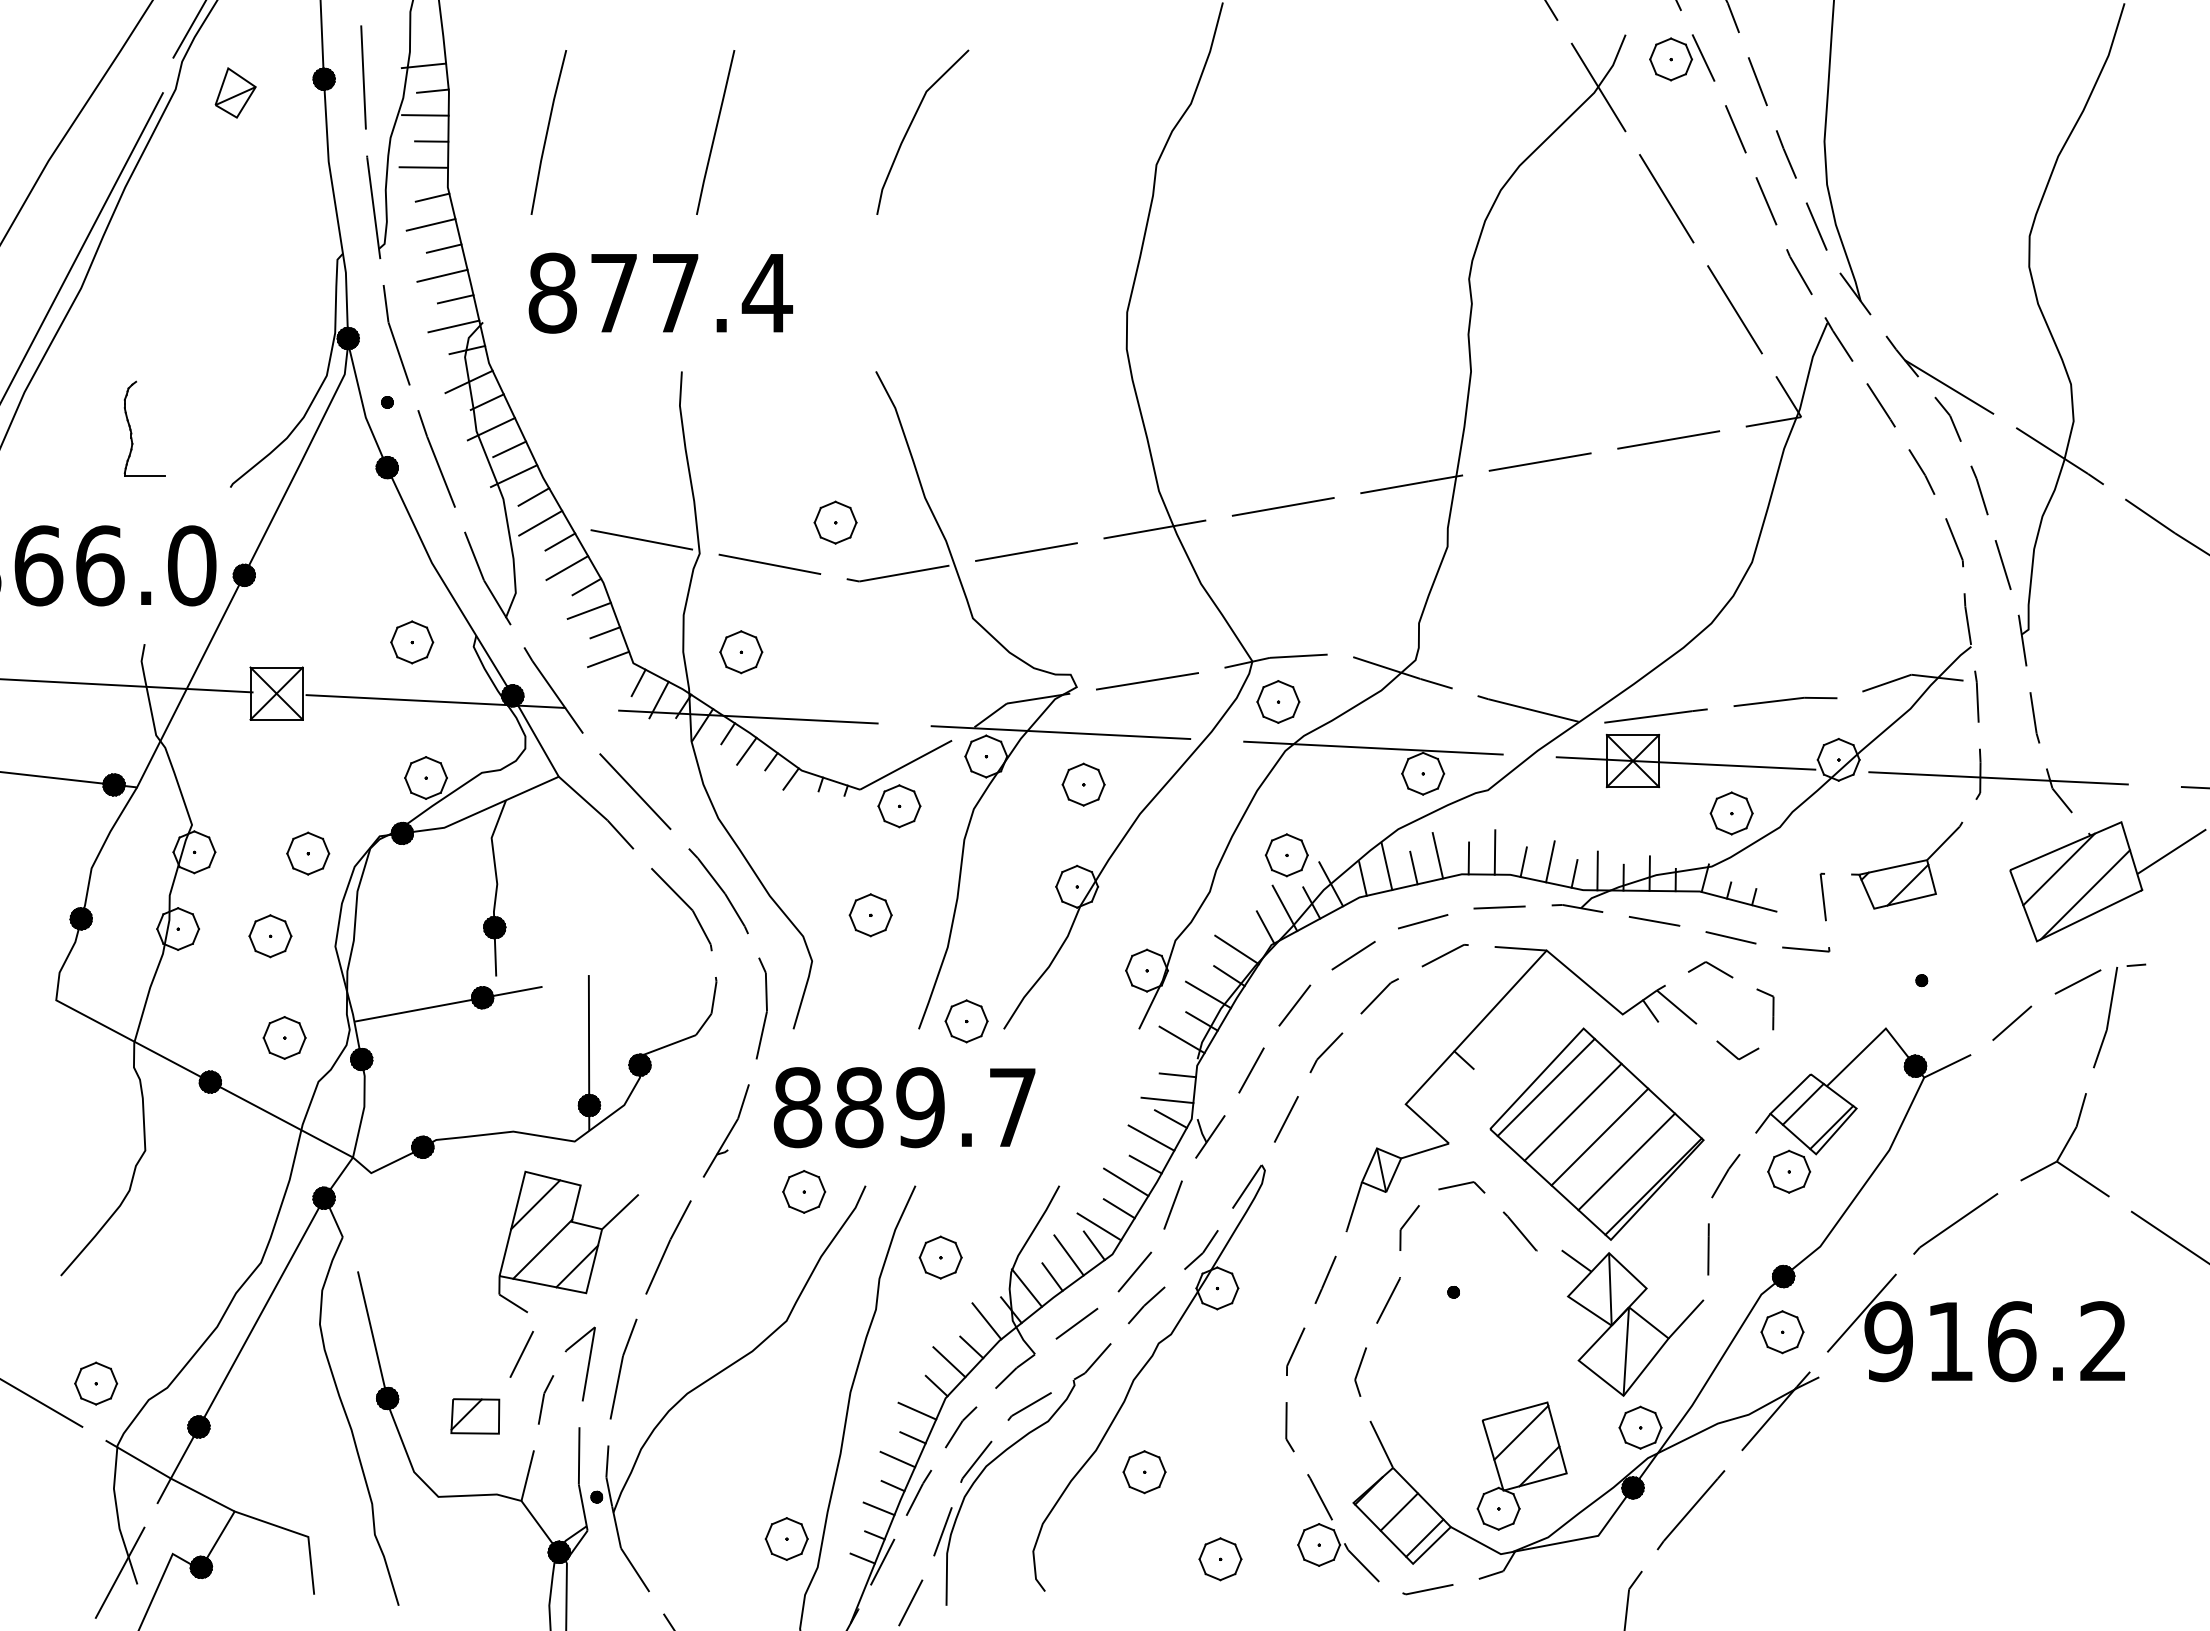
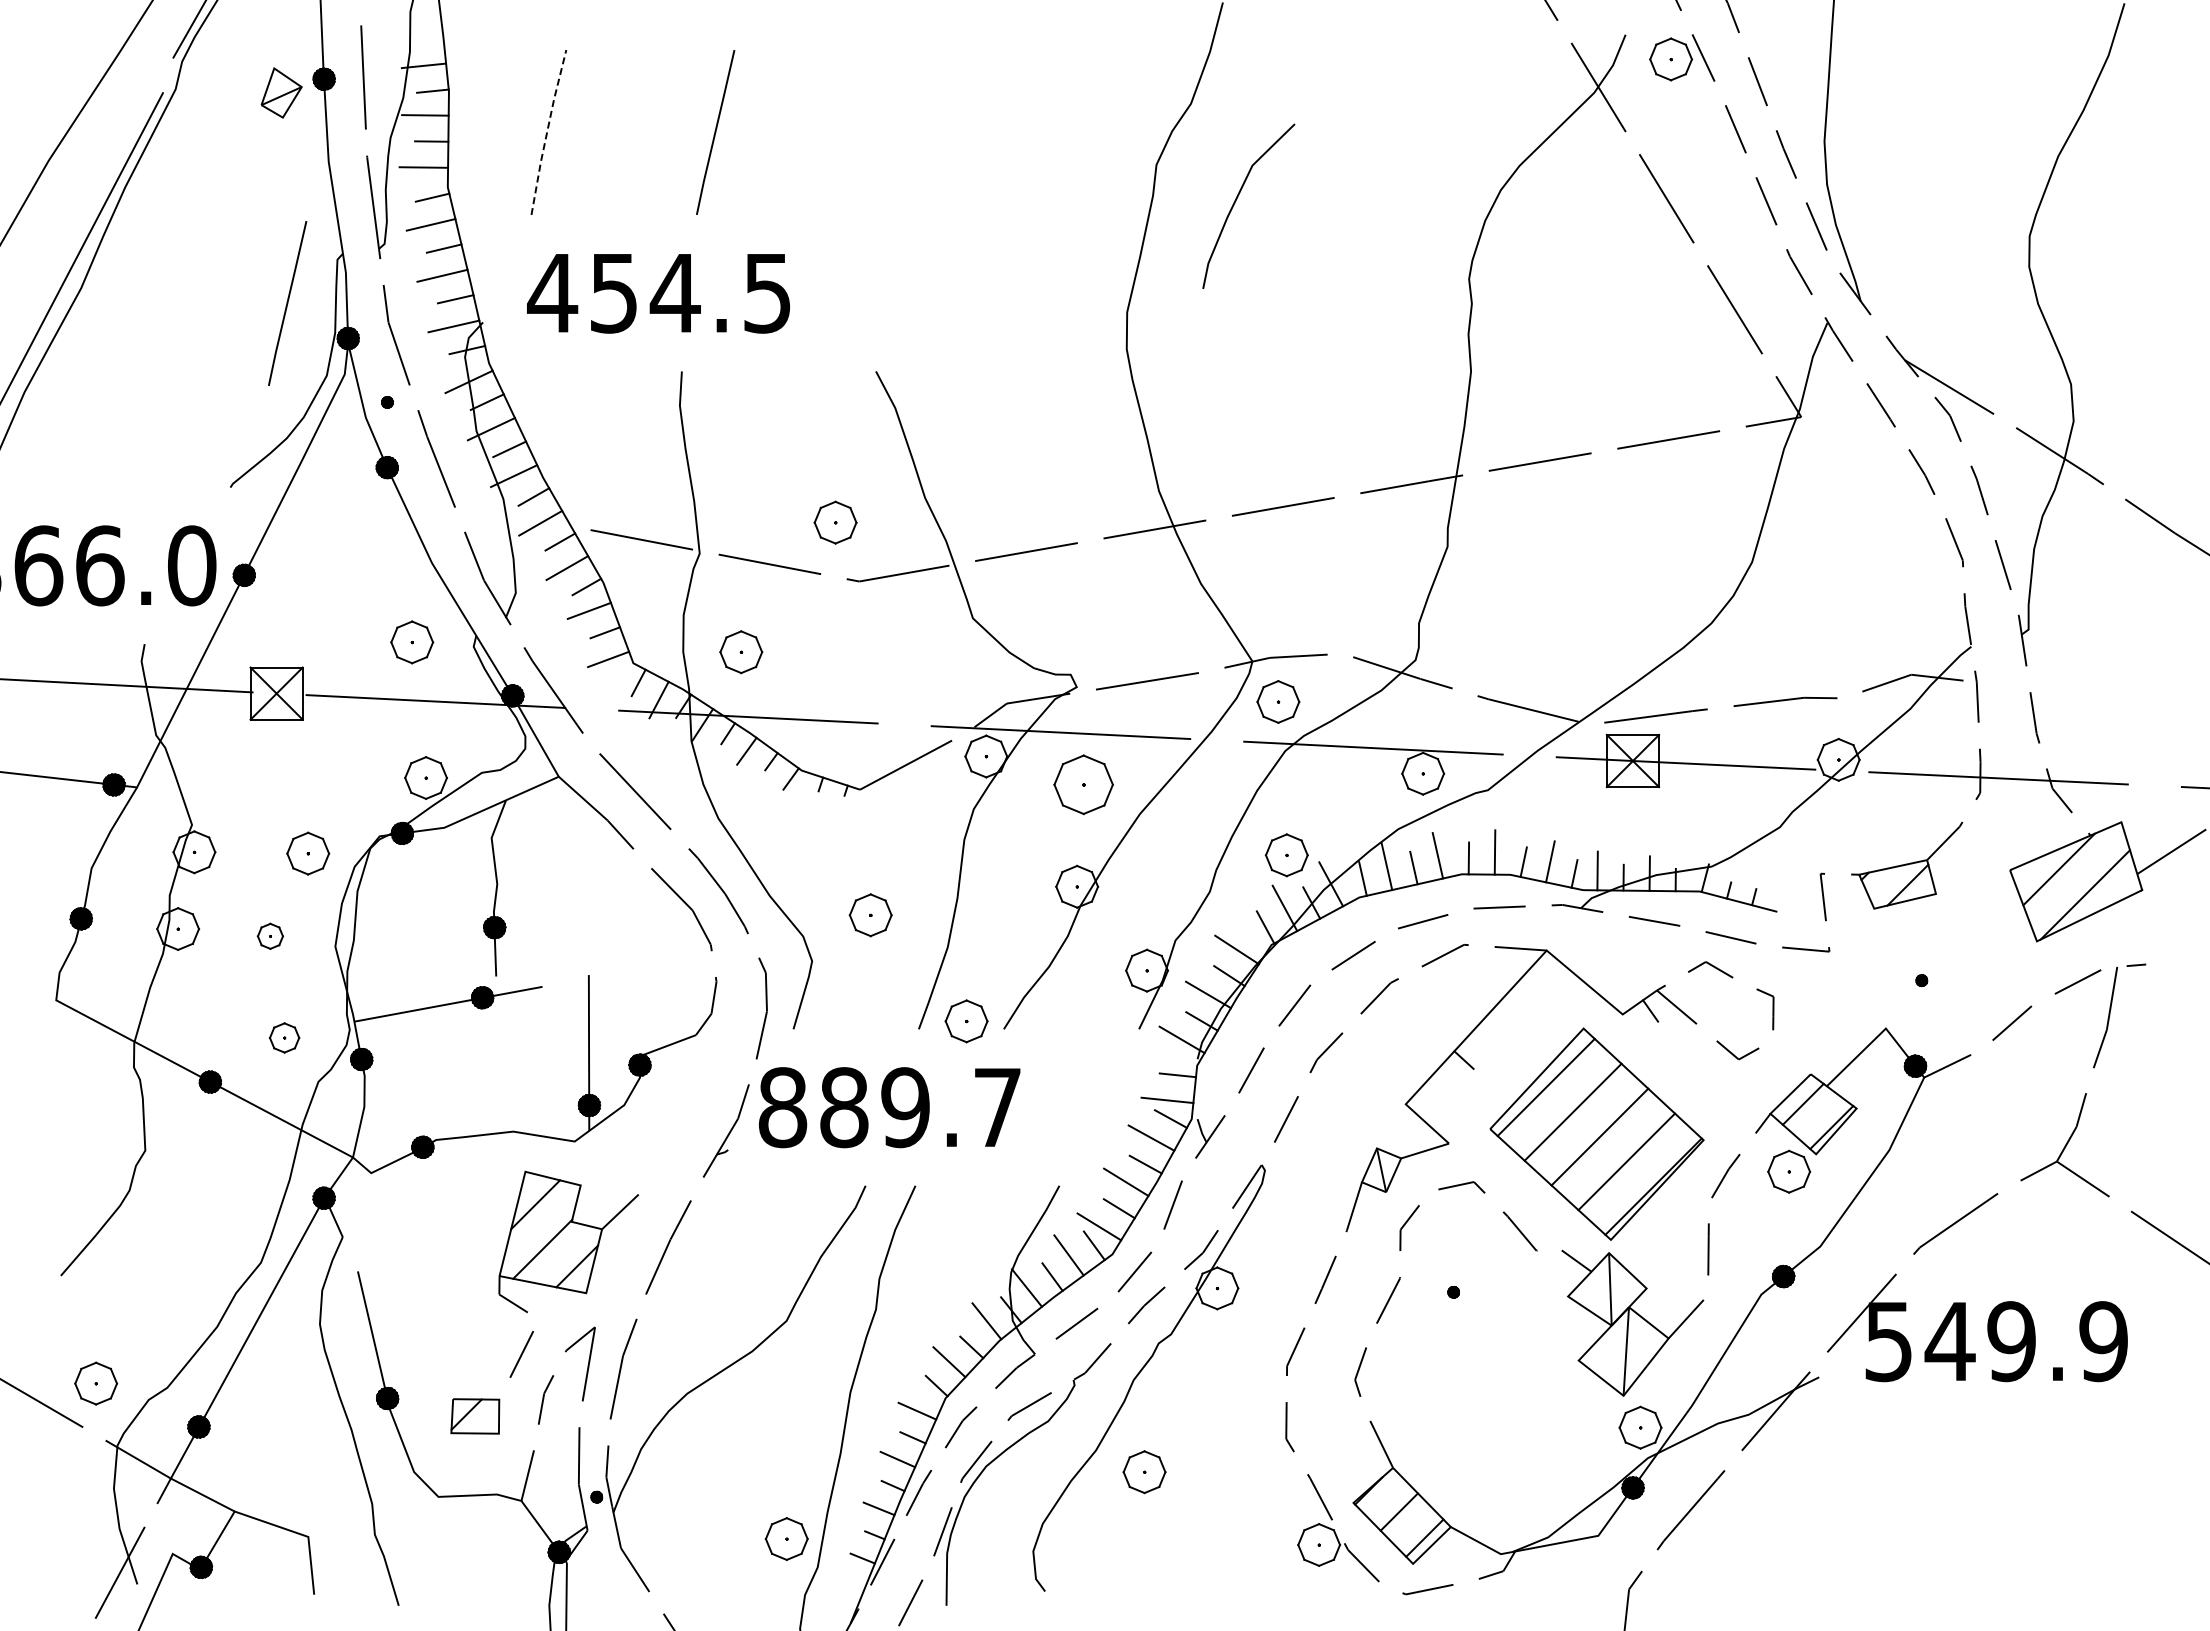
part at (235, 92) position: (235, 92) -> (281, 92)
curve at (911, 125) position: (911, 125) -> (1237, 199)
line at (547, 131): solid -> dashed
text at (660, 292): 877.4 -> 454.5
line at (287, 303): none -> present
part at (132, 432): present -> none
part at (1083, 784) size: 45x45 px -> 61x61 px
part at (899, 806): present -> none
part at (1731, 813): present -> none
part at (270, 936) size: 45x45 px -> 29x28 px
part at (284, 1037) size: 45x44 px -> 32x32 px
text at (904, 1107) position: (904, 1107) -> (889, 1107)
part at (804, 1191): present -> none
part at (940, 1257): present -> none
part at (1782, 1332): present -> none
text at (1995, 1341): 916.2 -> 549.9
part at (1521, 1465): present -> none
part at (1220, 1559): present -> none
